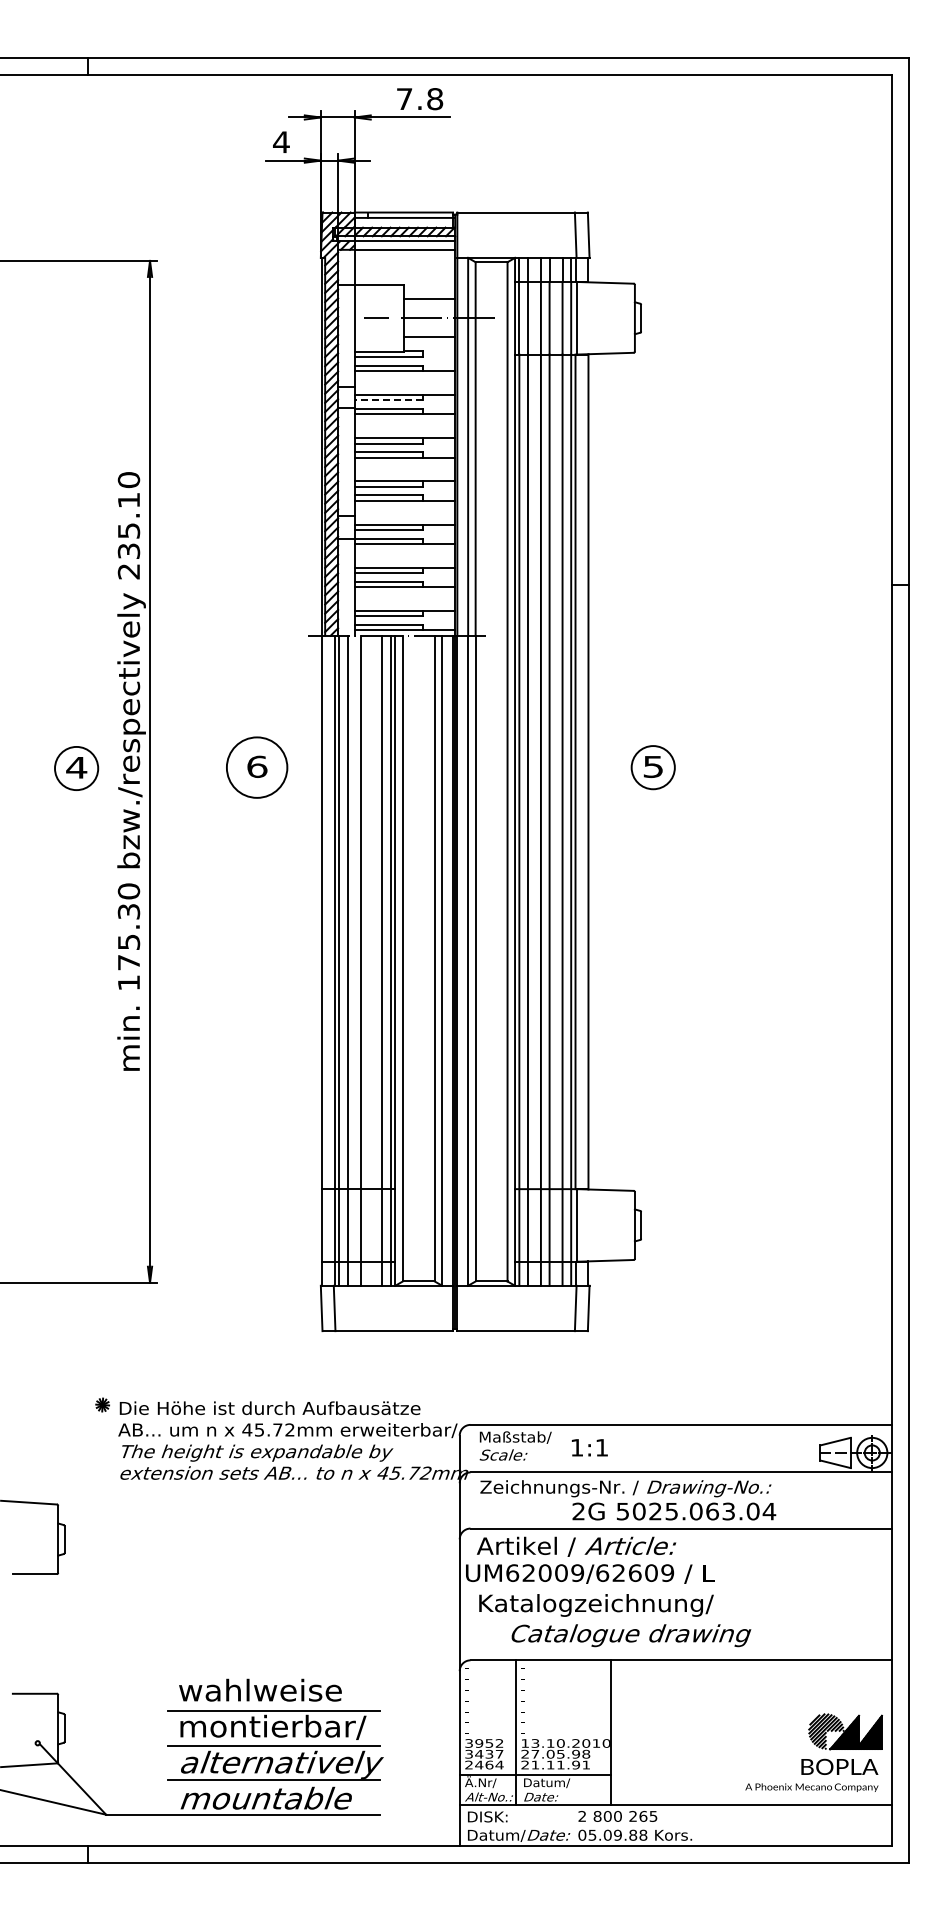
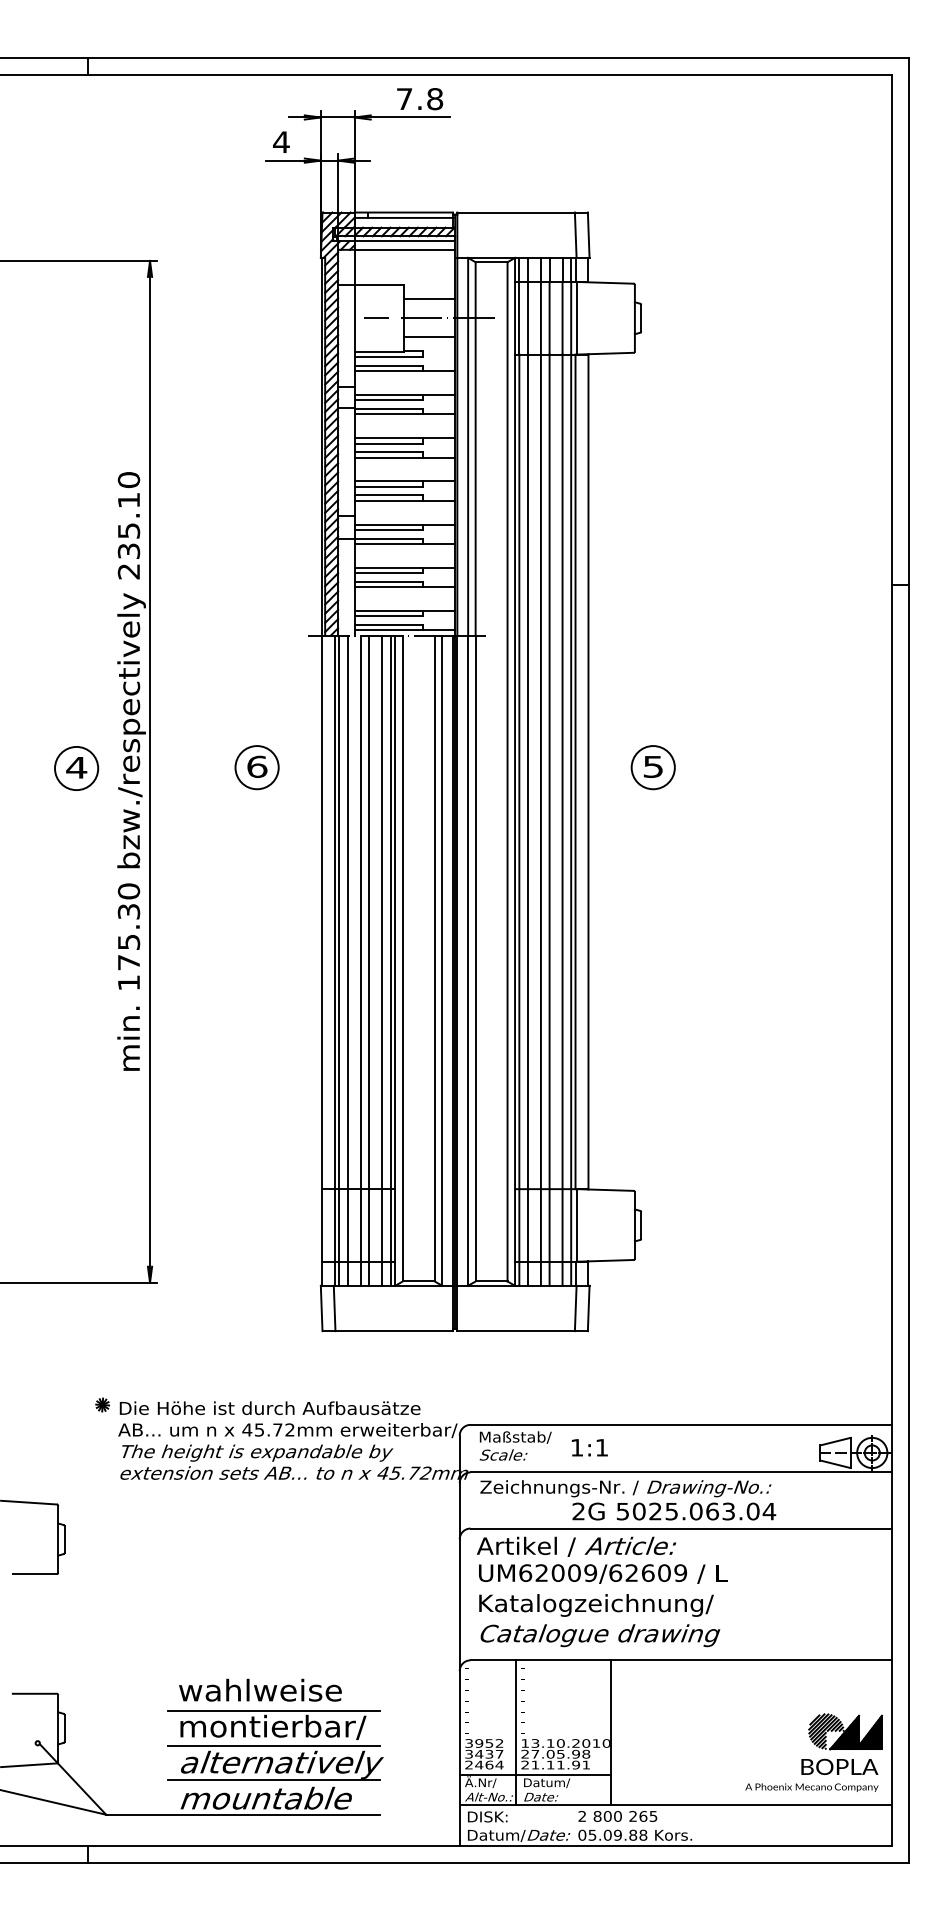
line at (388, 400): dashed -> solid
circle at (256, 767) diameter: 60 px -> 43 px
line at (369, 960): none -> present
text at (590, 1573) position: (590, 1573) -> (603, 1573)
text at (631, 1635) position: (631, 1635) -> (600, 1635)
